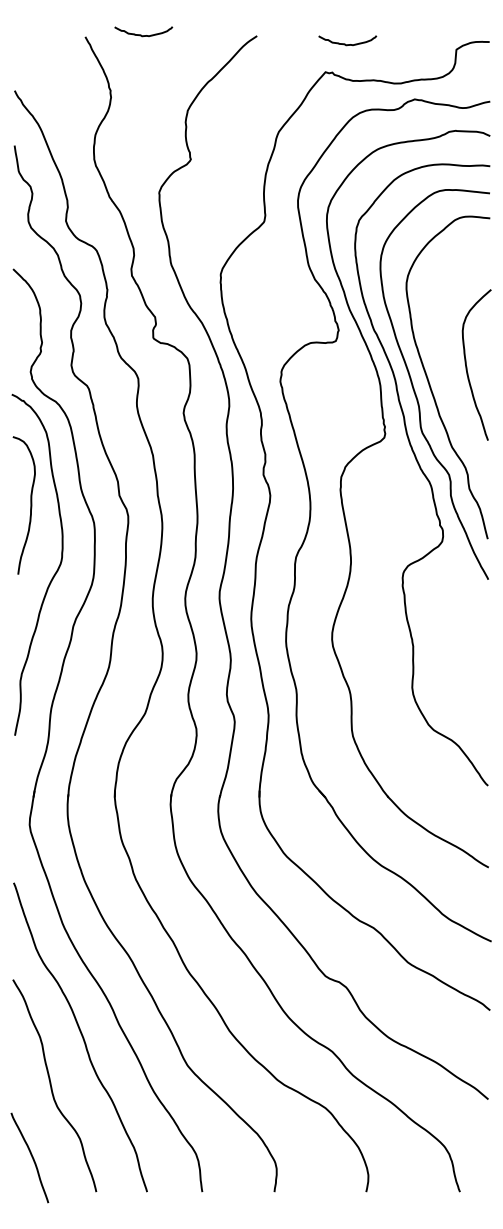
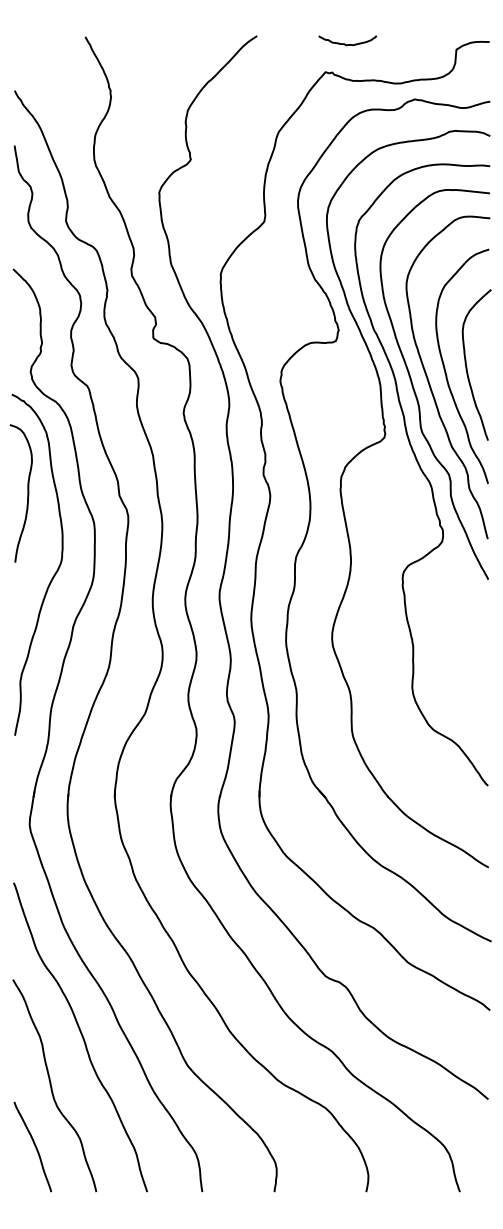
curve at (141, 34): present -> none
curve at (446, 371): none -> present
curve at (30, 505) position: (30, 505) -> (27, 493)
curve at (31, 1157) position: (31, 1157) -> (34, 1146)
